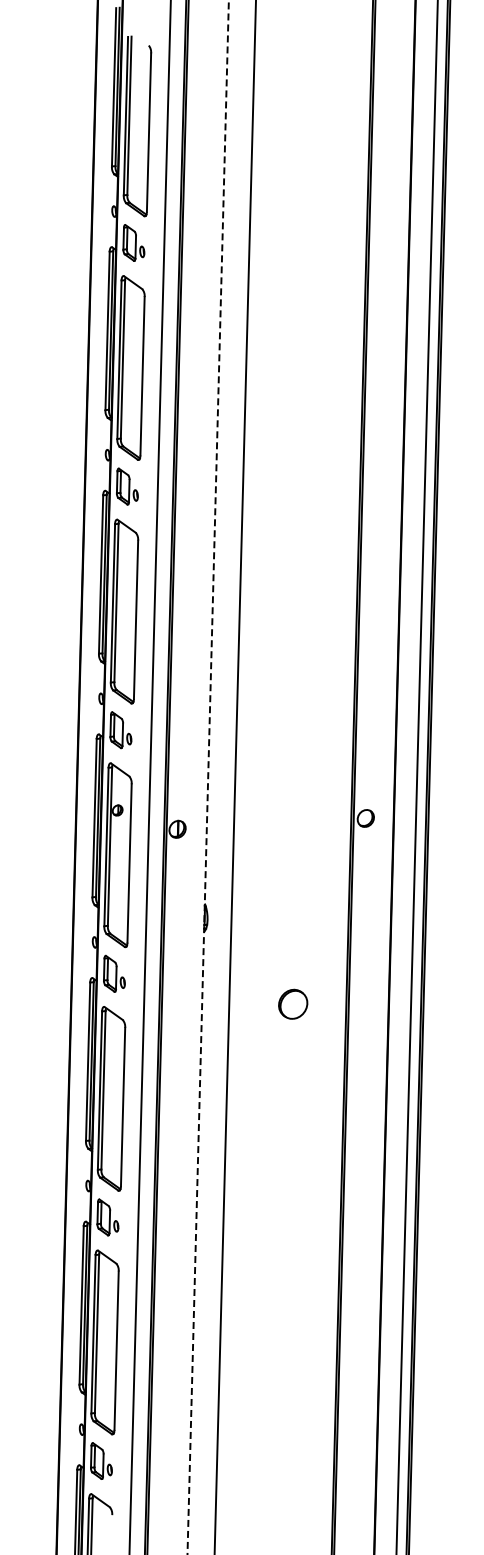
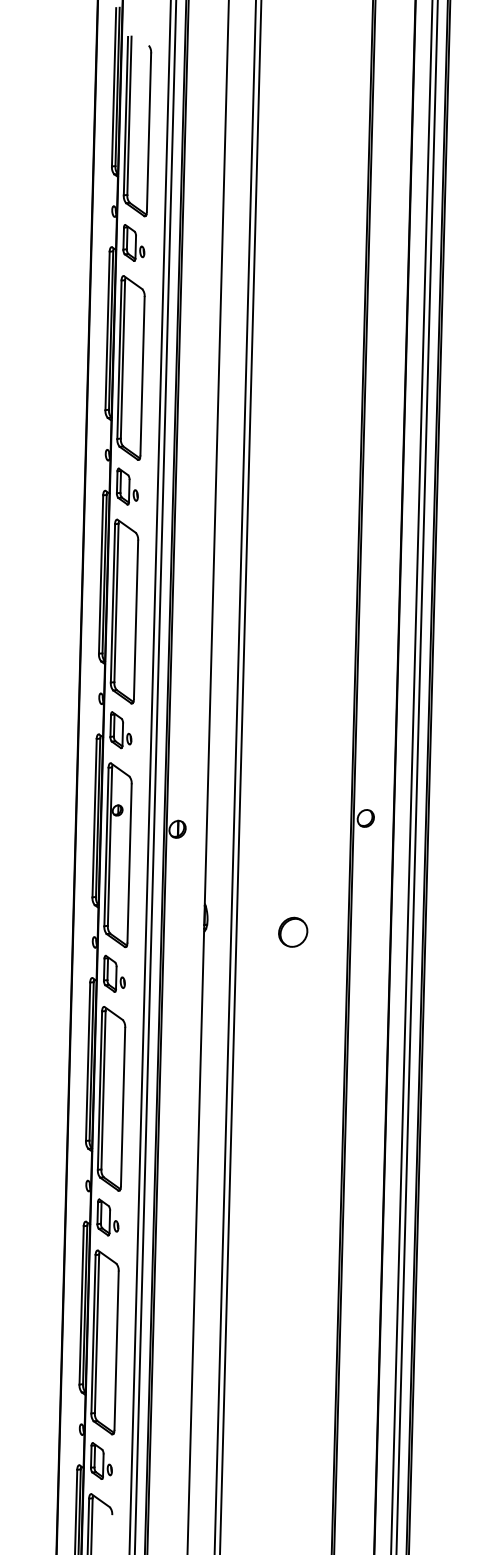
line at (155, 776): none -> present
line at (208, 776): dashed -> solid
line at (240, 776): none -> present
line at (411, 776): none -> present
part at (293, 1003) position: (293, 1003) -> (293, 931)
